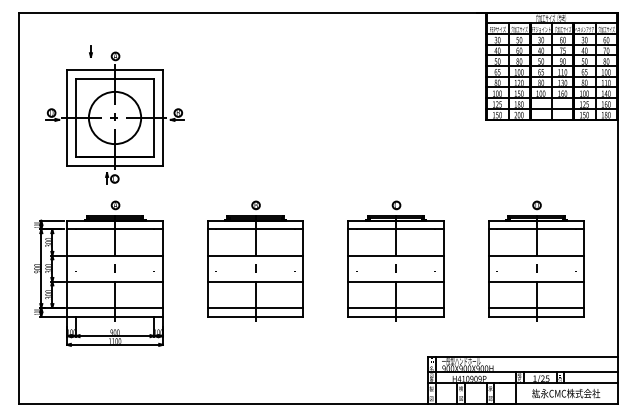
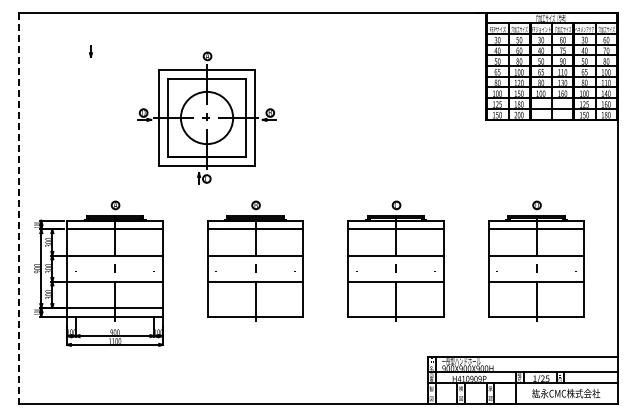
part at (114, 117) position: (114, 117) -> (206, 117)
line at (19, 208): solid -> dashed
line at (255, 307): present -> none
line at (395, 307): present -> none
line at (536, 307): present -> none
